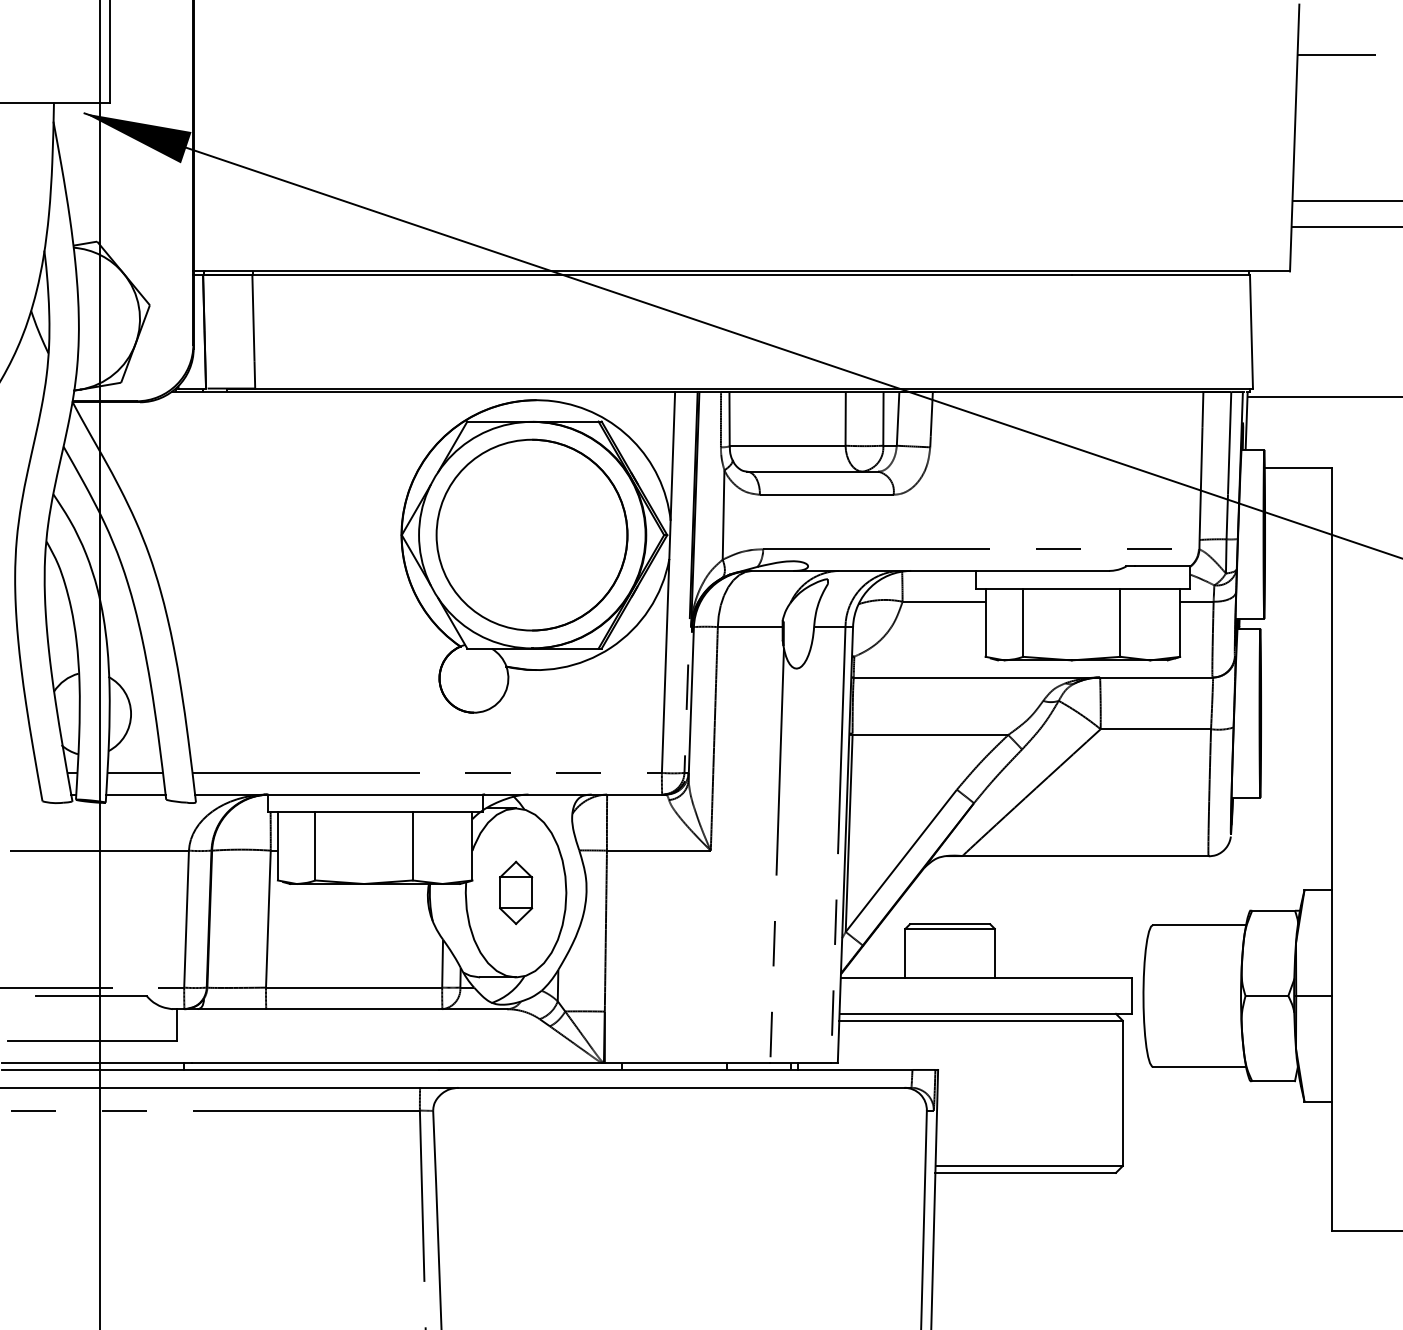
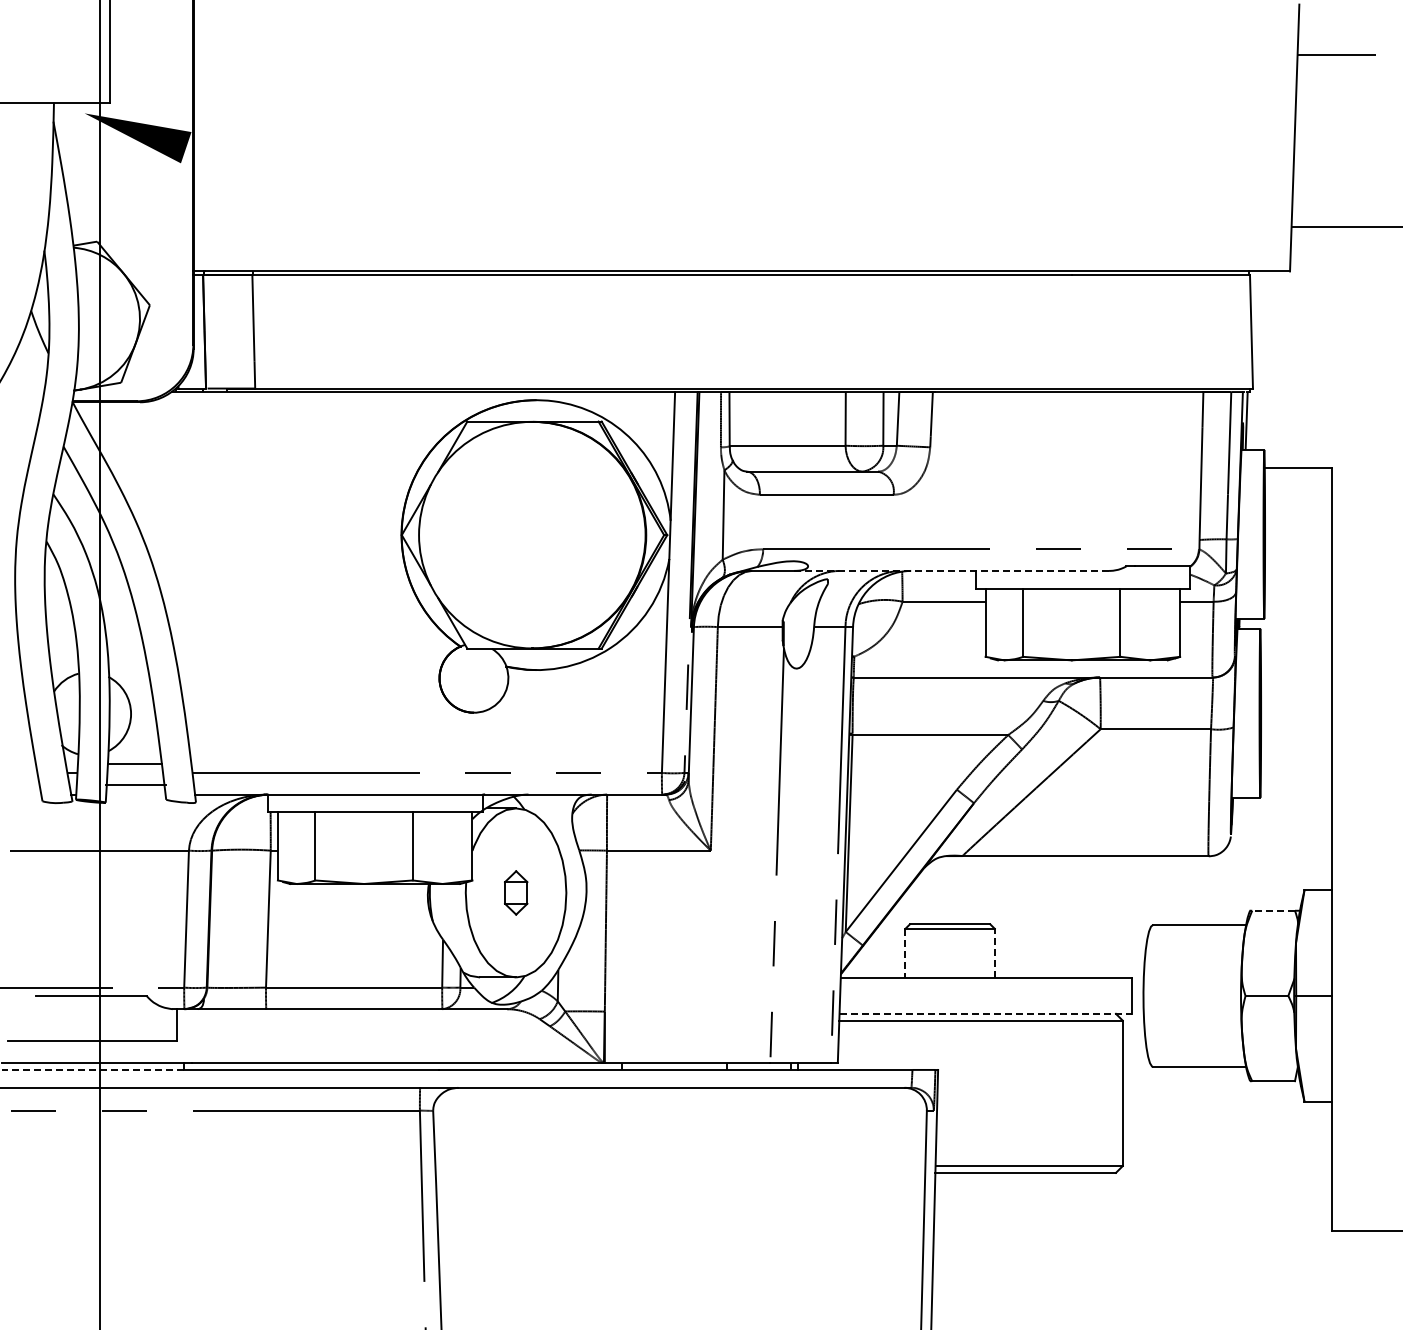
line at (1345, 200): present -> none
line at (741, 335): present -> none
line at (1323, 396): present -> none
part at (531, 534): present -> none
line at (951, 570): solid -> dashed
line at (134, 772) position: (134, 772) -> (134, 763)
line at (135, 794) position: (135, 794) -> (135, 784)
part at (516, 892) size: 35x66 px -> 25x46 px
line at (1273, 910): solid -> dashed
line at (905, 953): solid -> dashed
line at (994, 953): solid -> dashed
line at (986, 1013): solid -> dashed
line at (92, 1069): solid -> dashed
